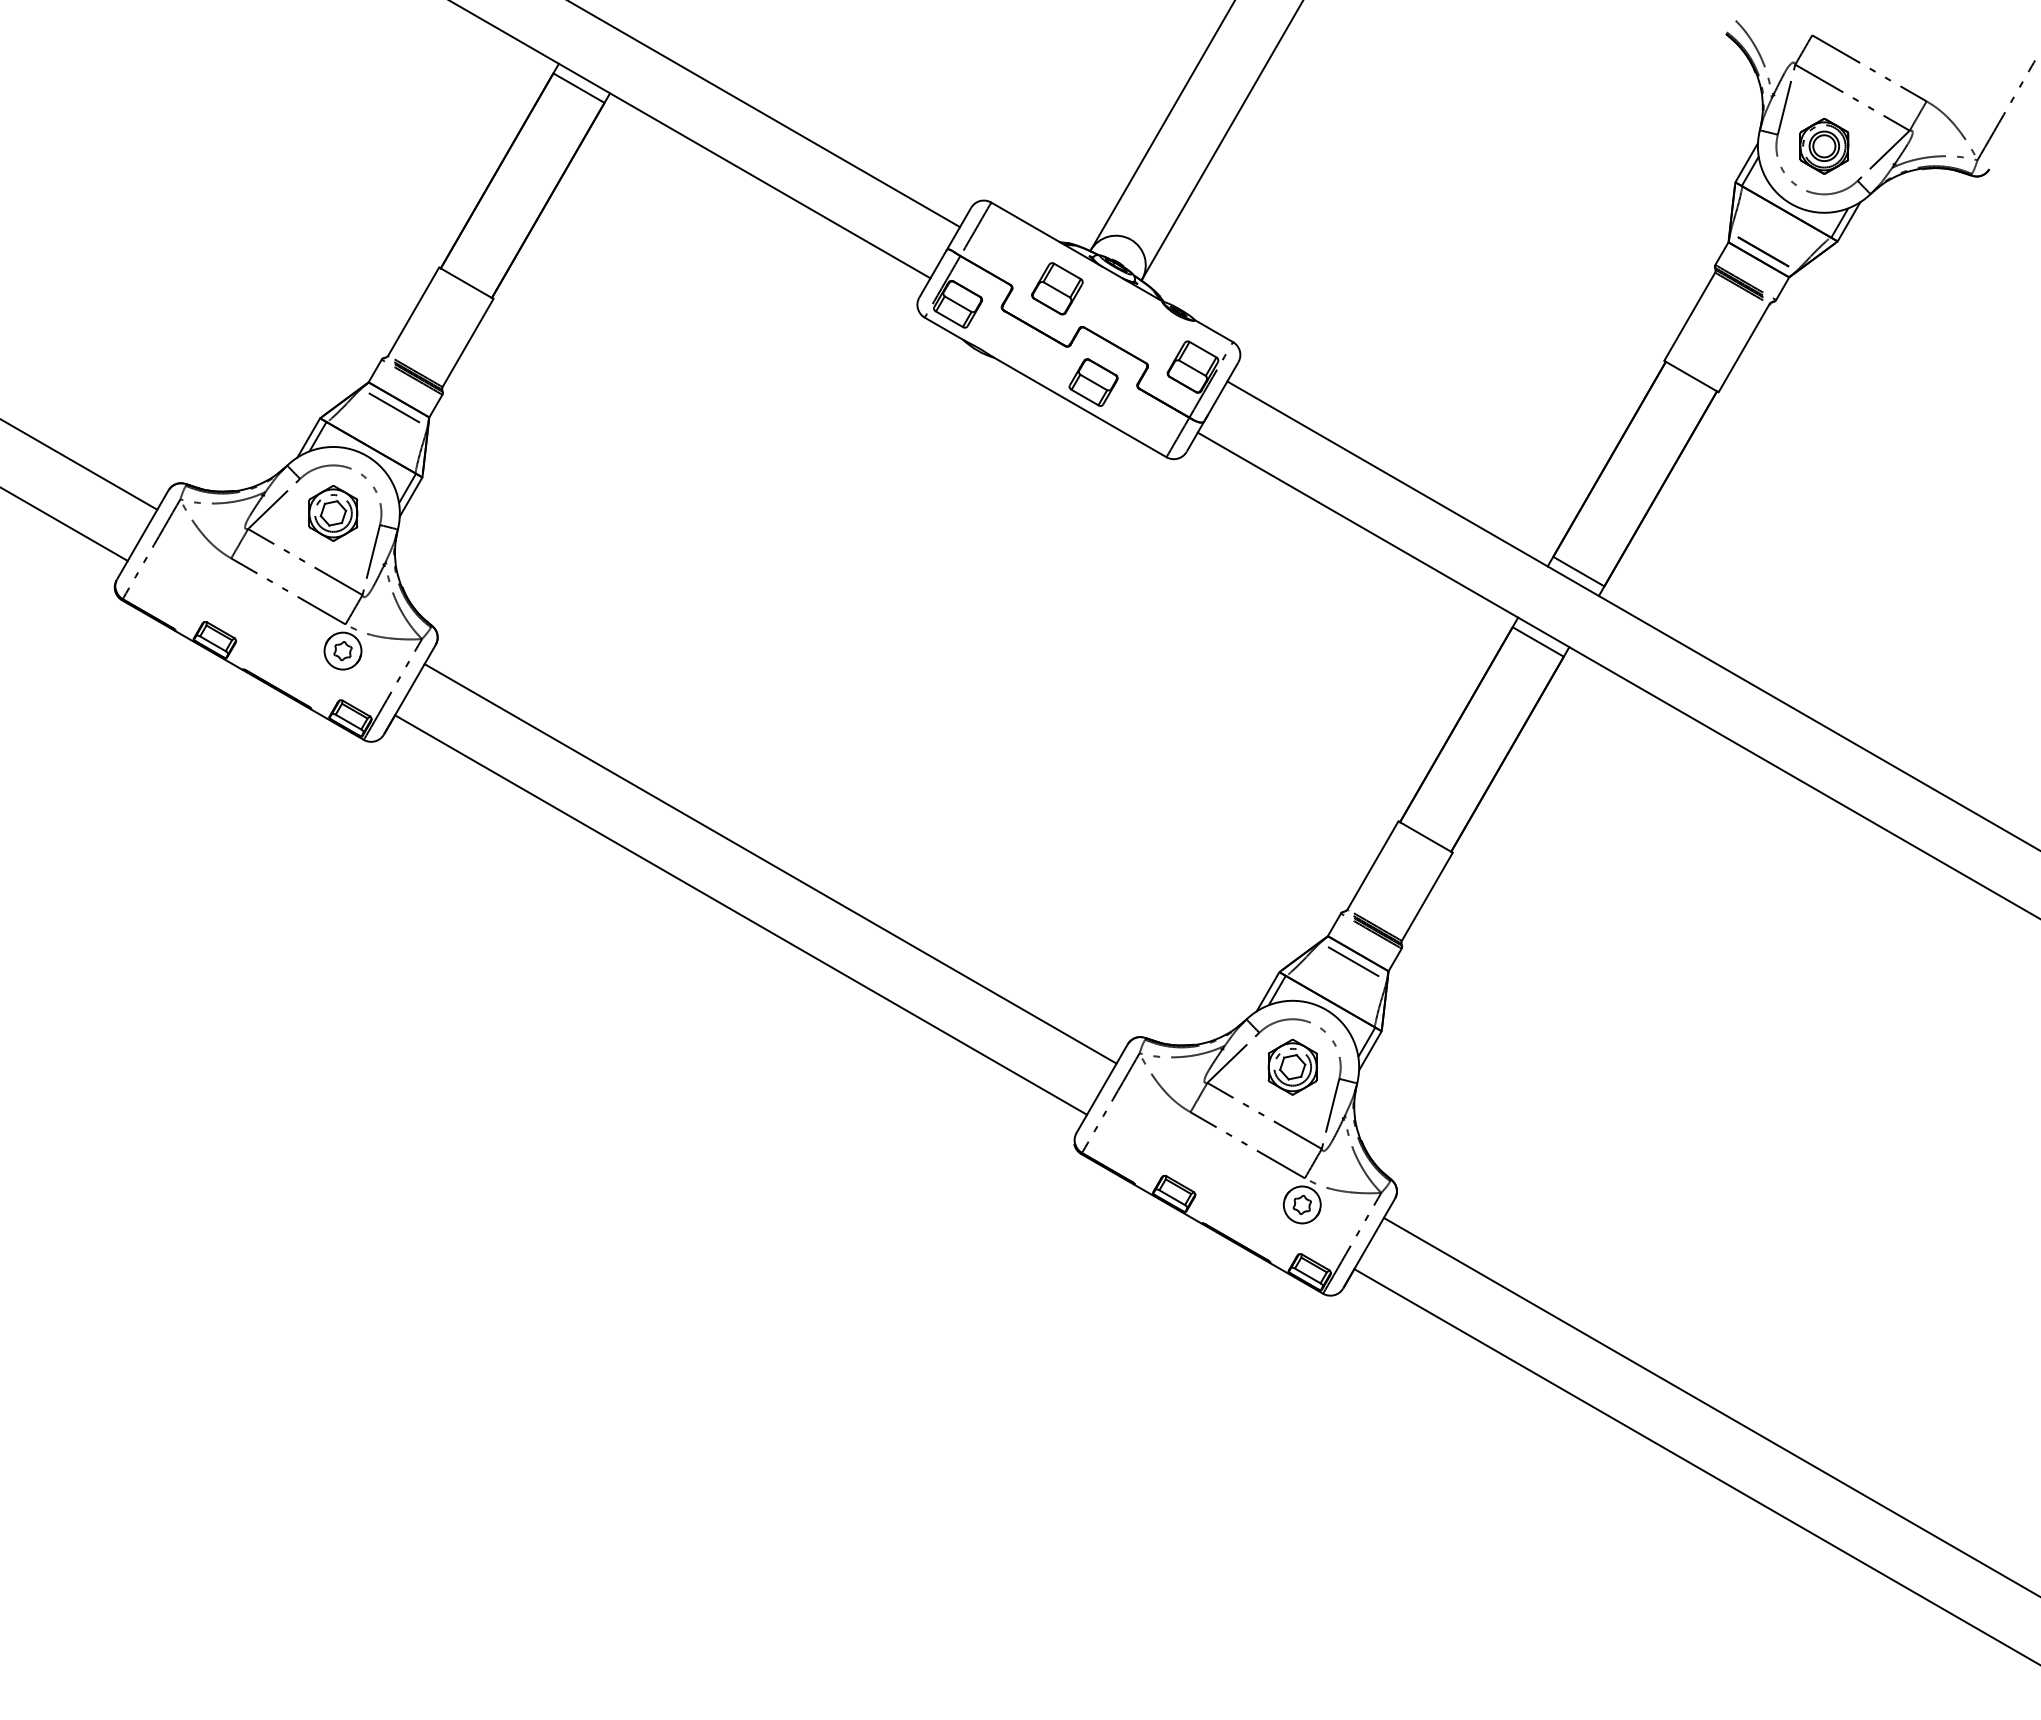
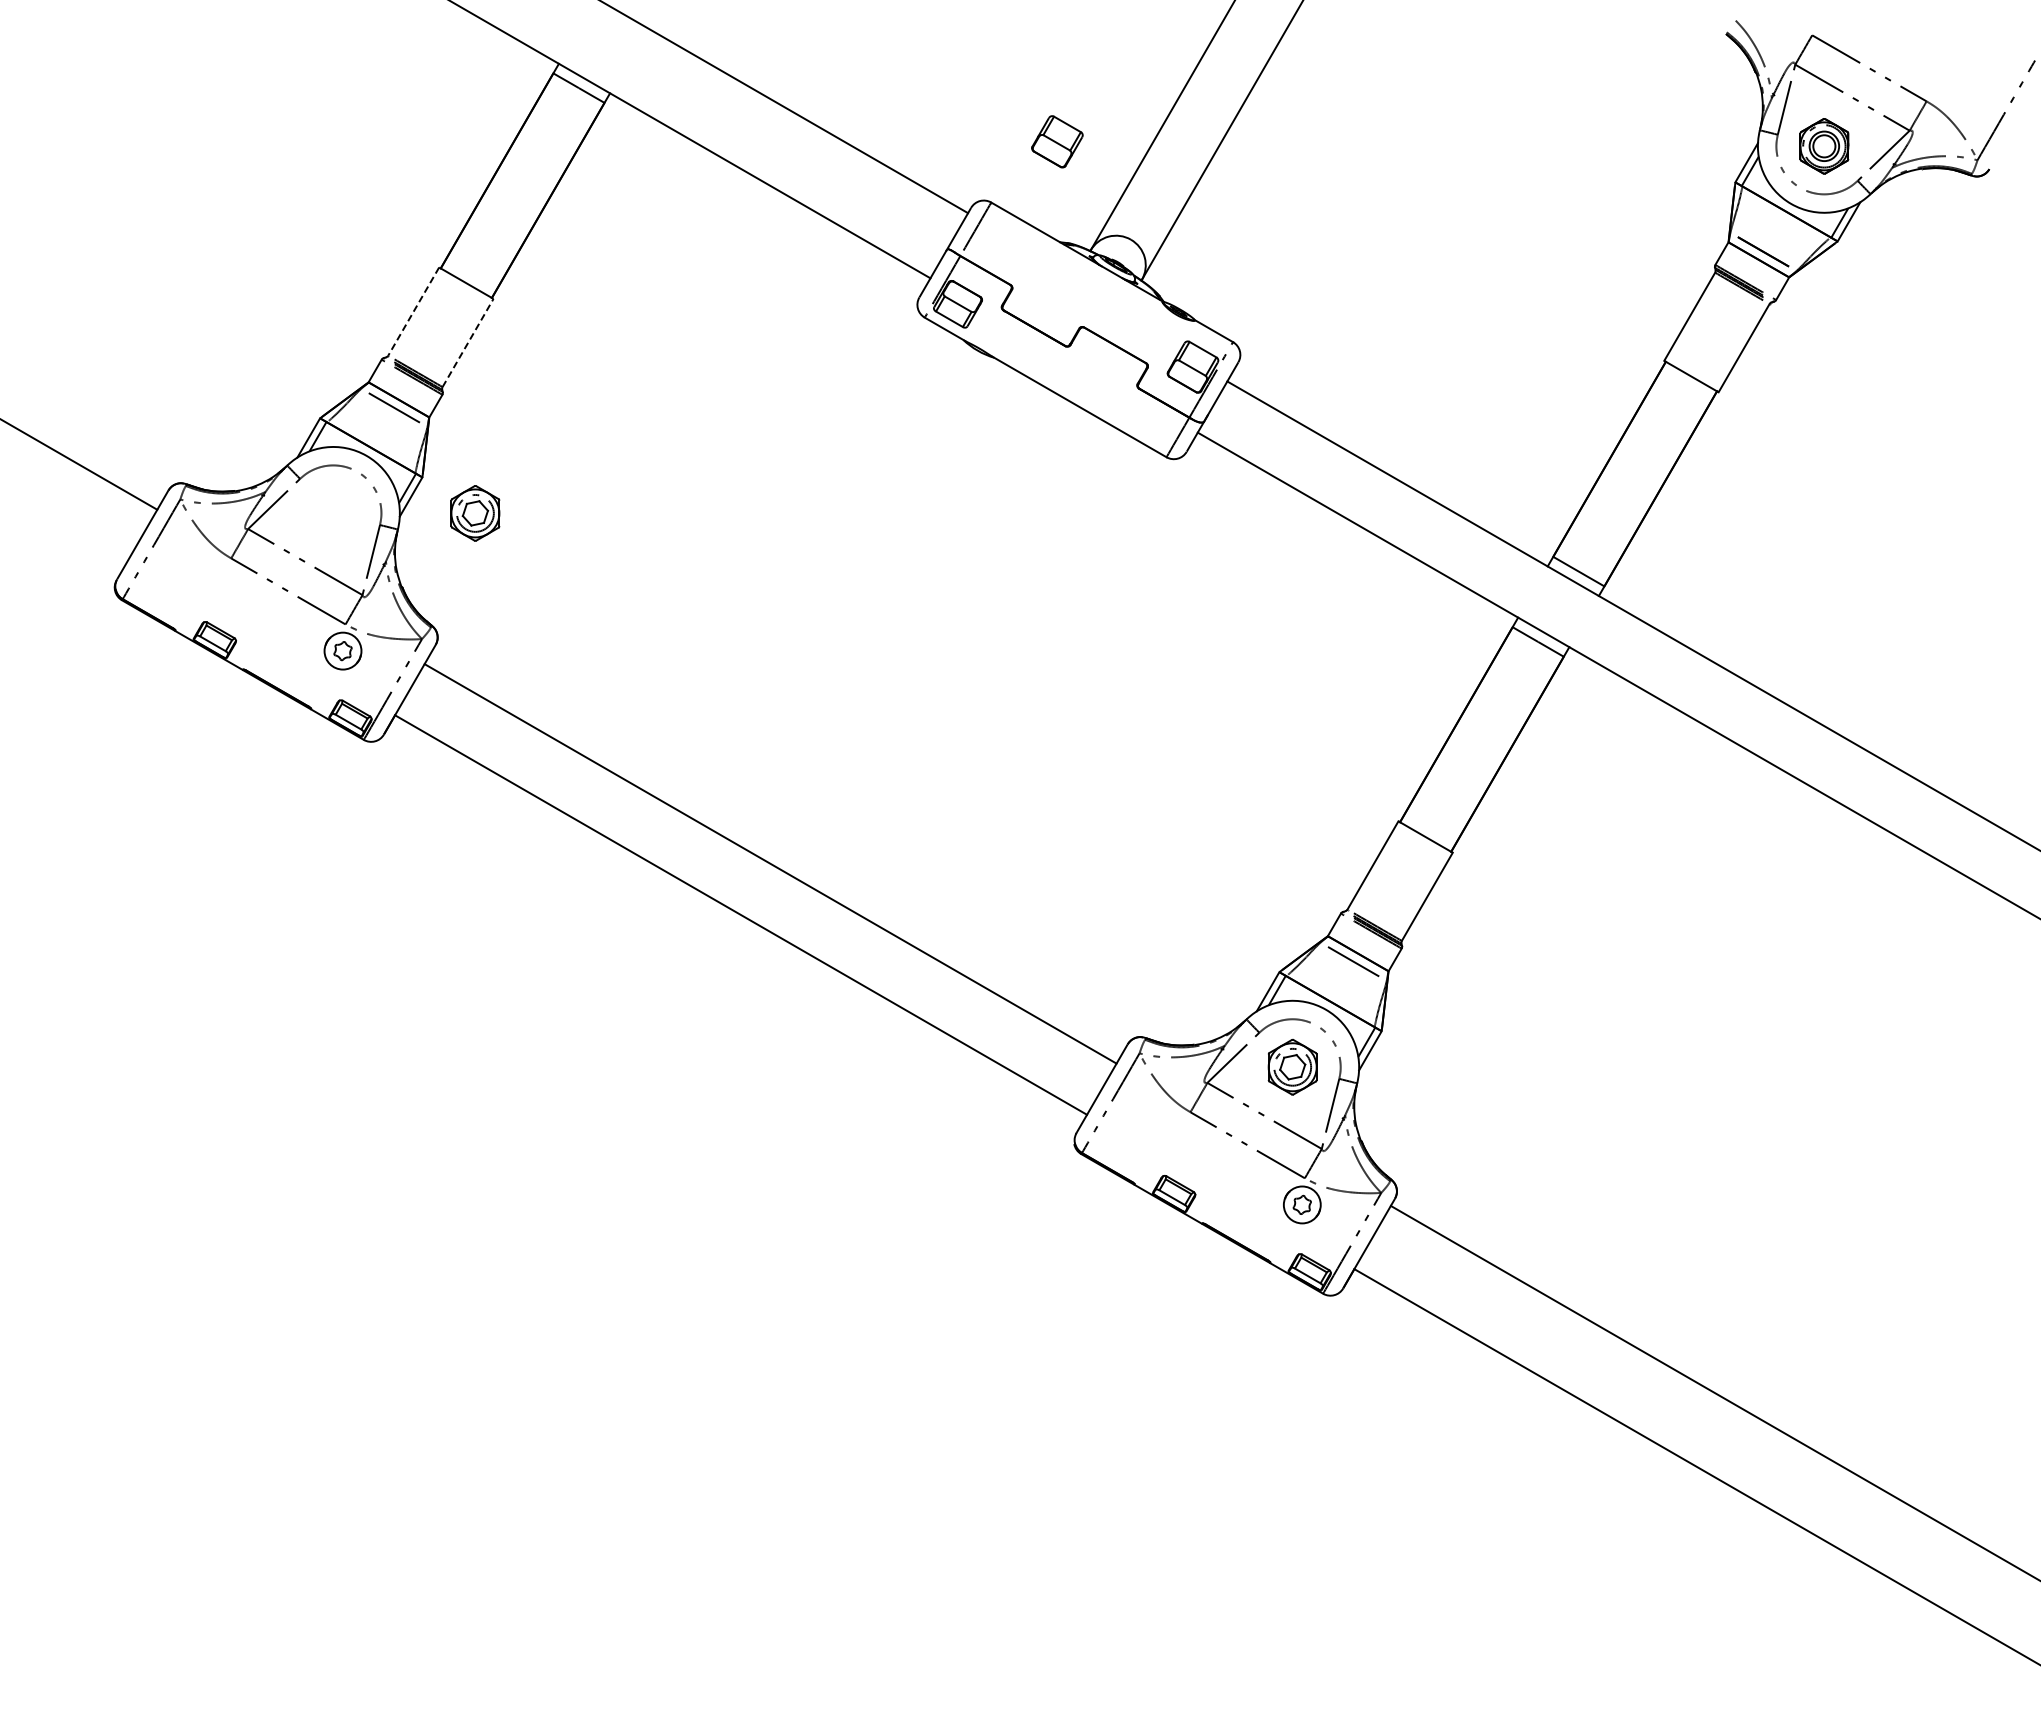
line at (765, 114) position: (765, 114) -> (785, 107)
part at (1057, 288) position: (1057, 288) -> (1057, 141)
line at (413, 311): solid -> dashed
line at (468, 342): solid -> dashed
part at (1093, 382): present -> none
part at (333, 513) position: (333, 513) -> (475, 513)
line at (64, 524): present -> none
line at (1710, 1406) position: (1710, 1406) -> (1713, 1392)
